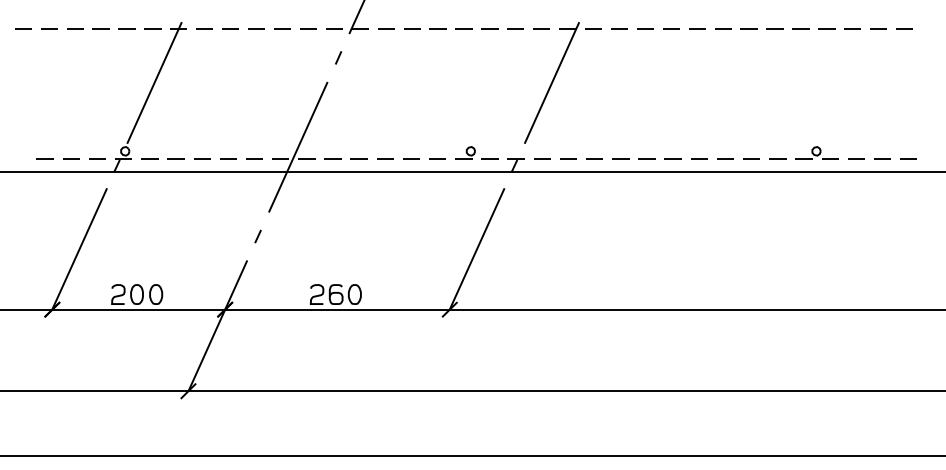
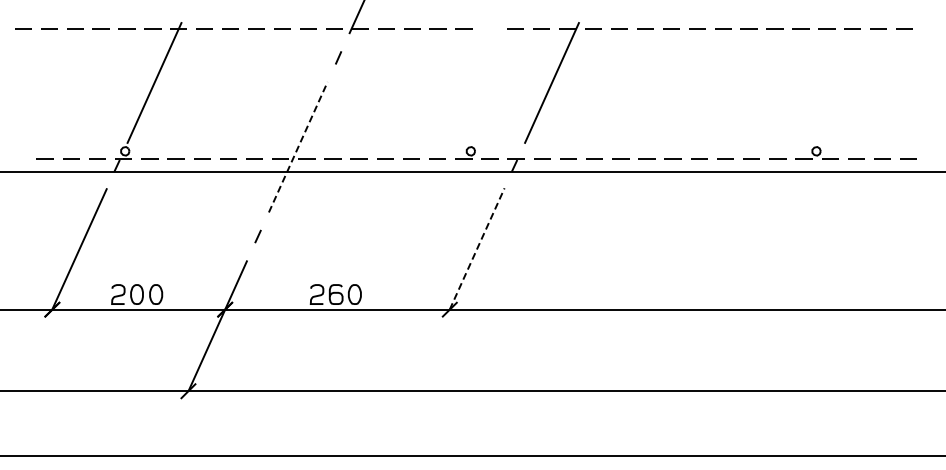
line at (489, 28): present -> none
line at (298, 147): solid -> dashed
line at (477, 248): solid -> dashed
